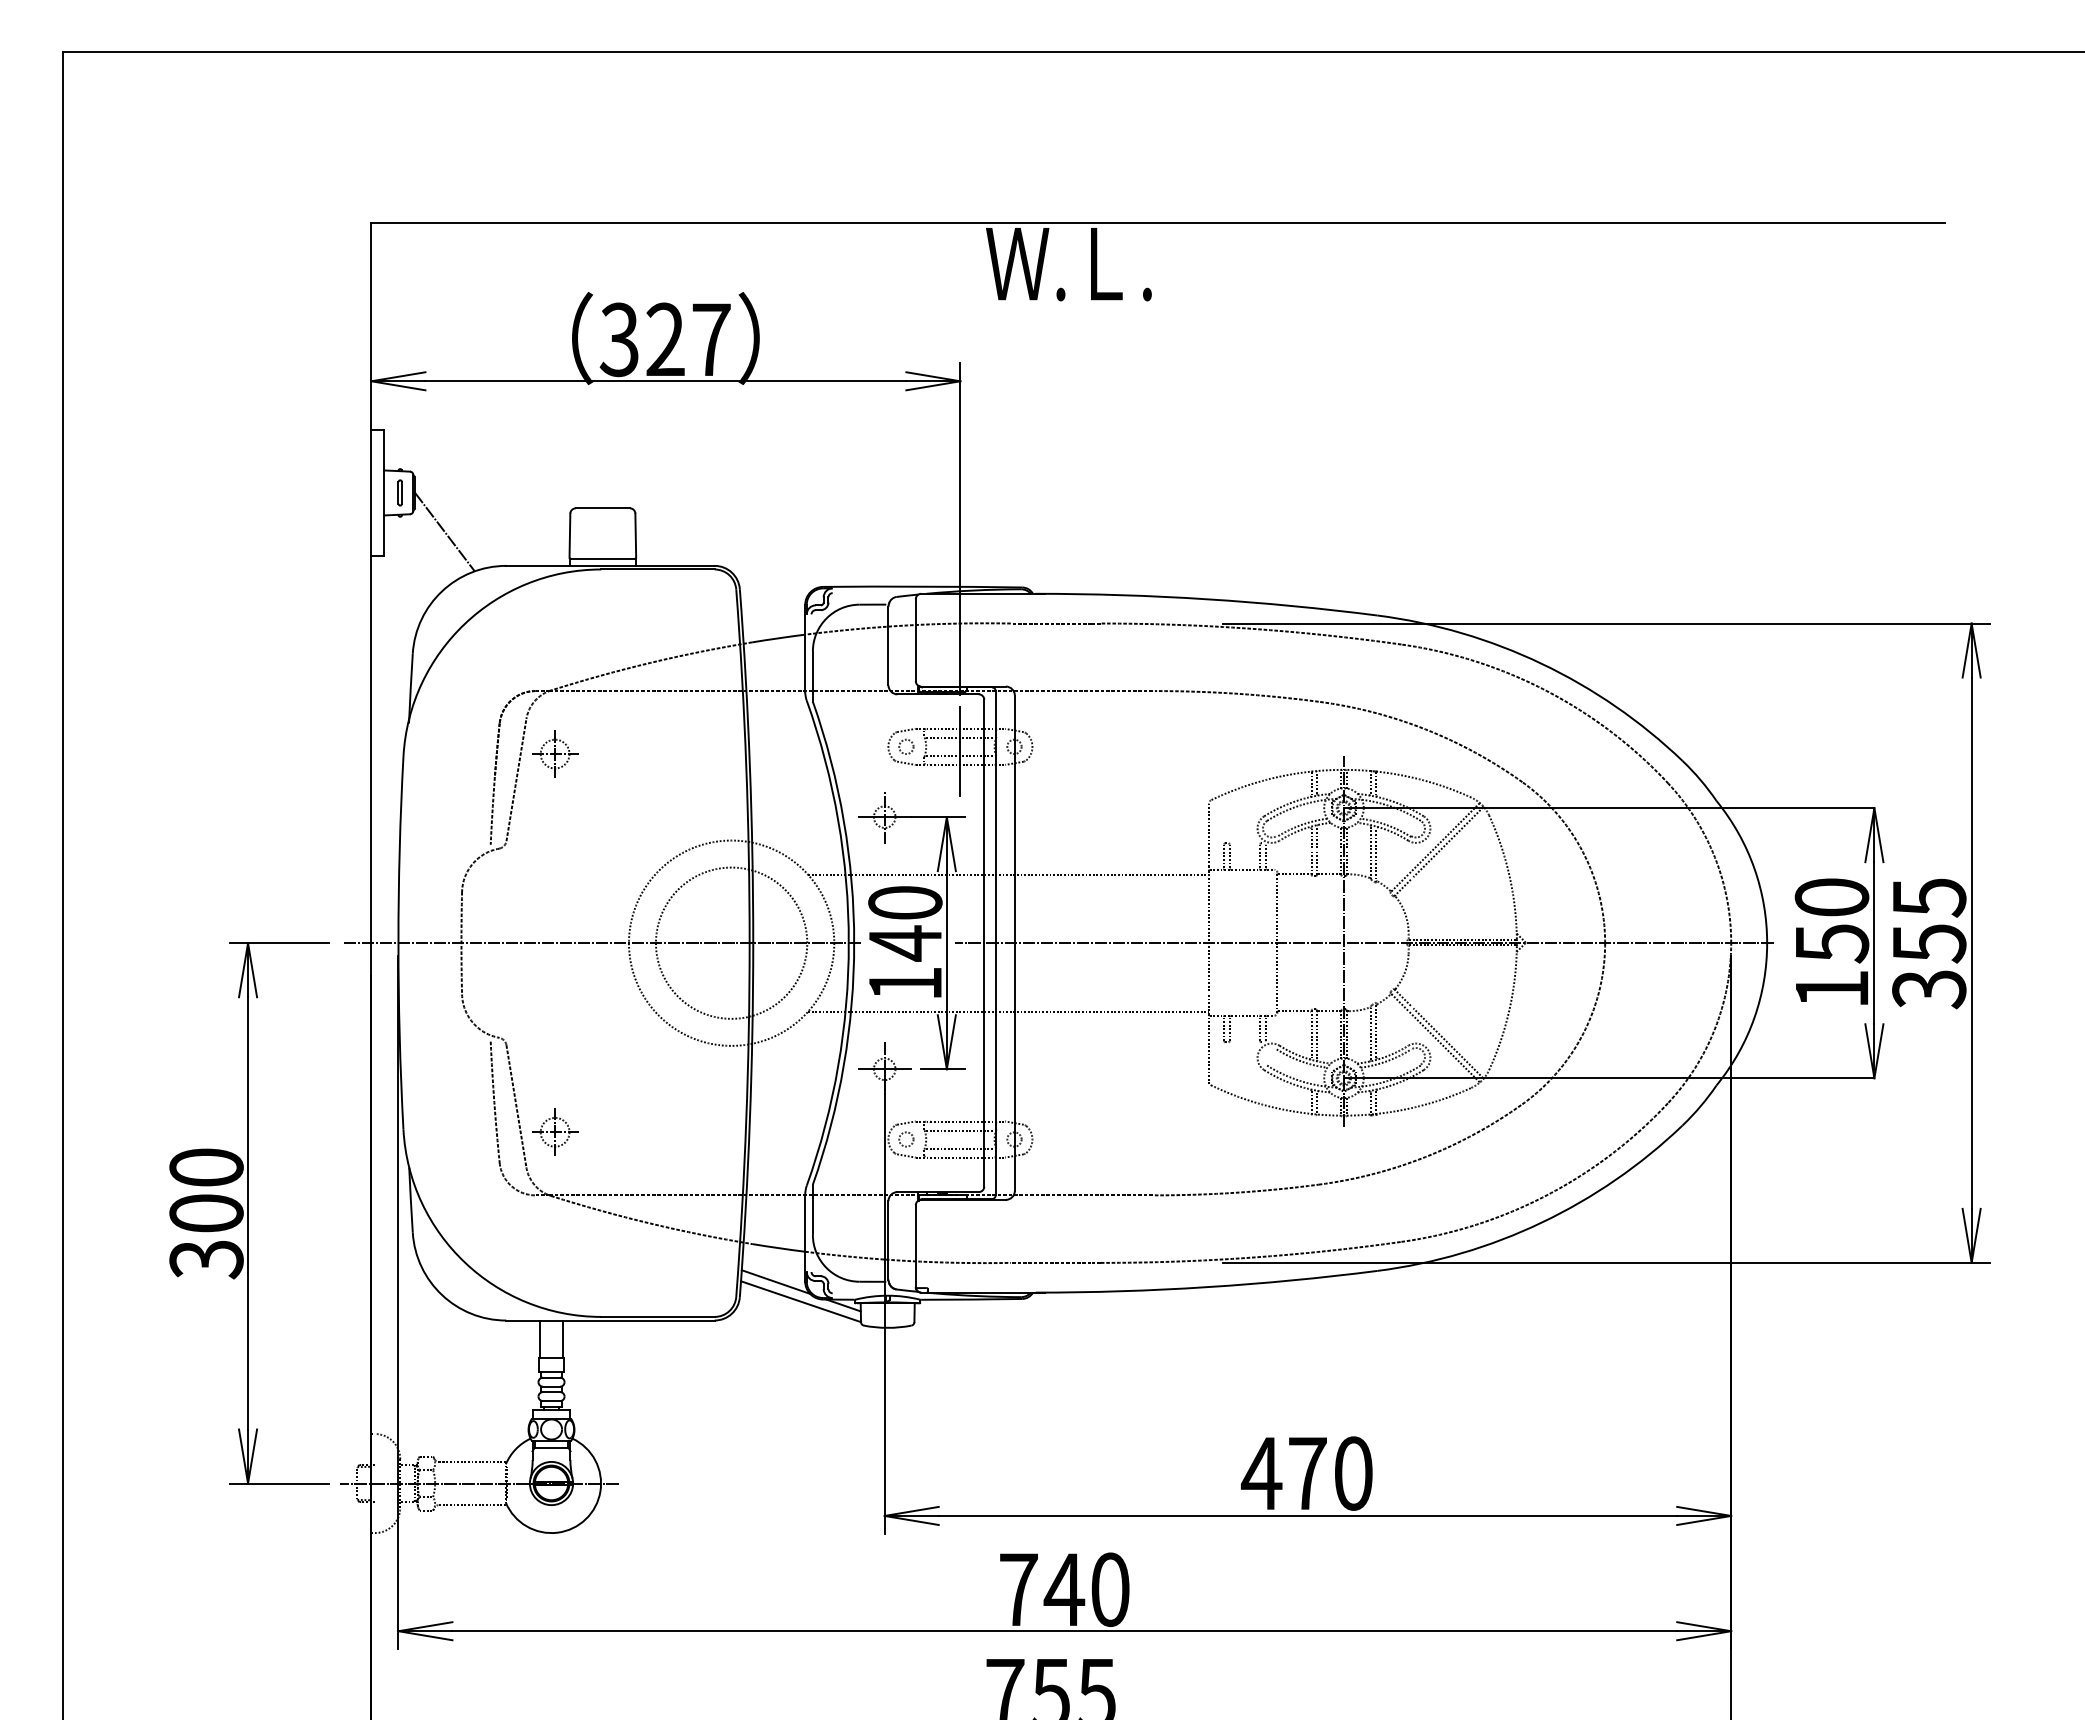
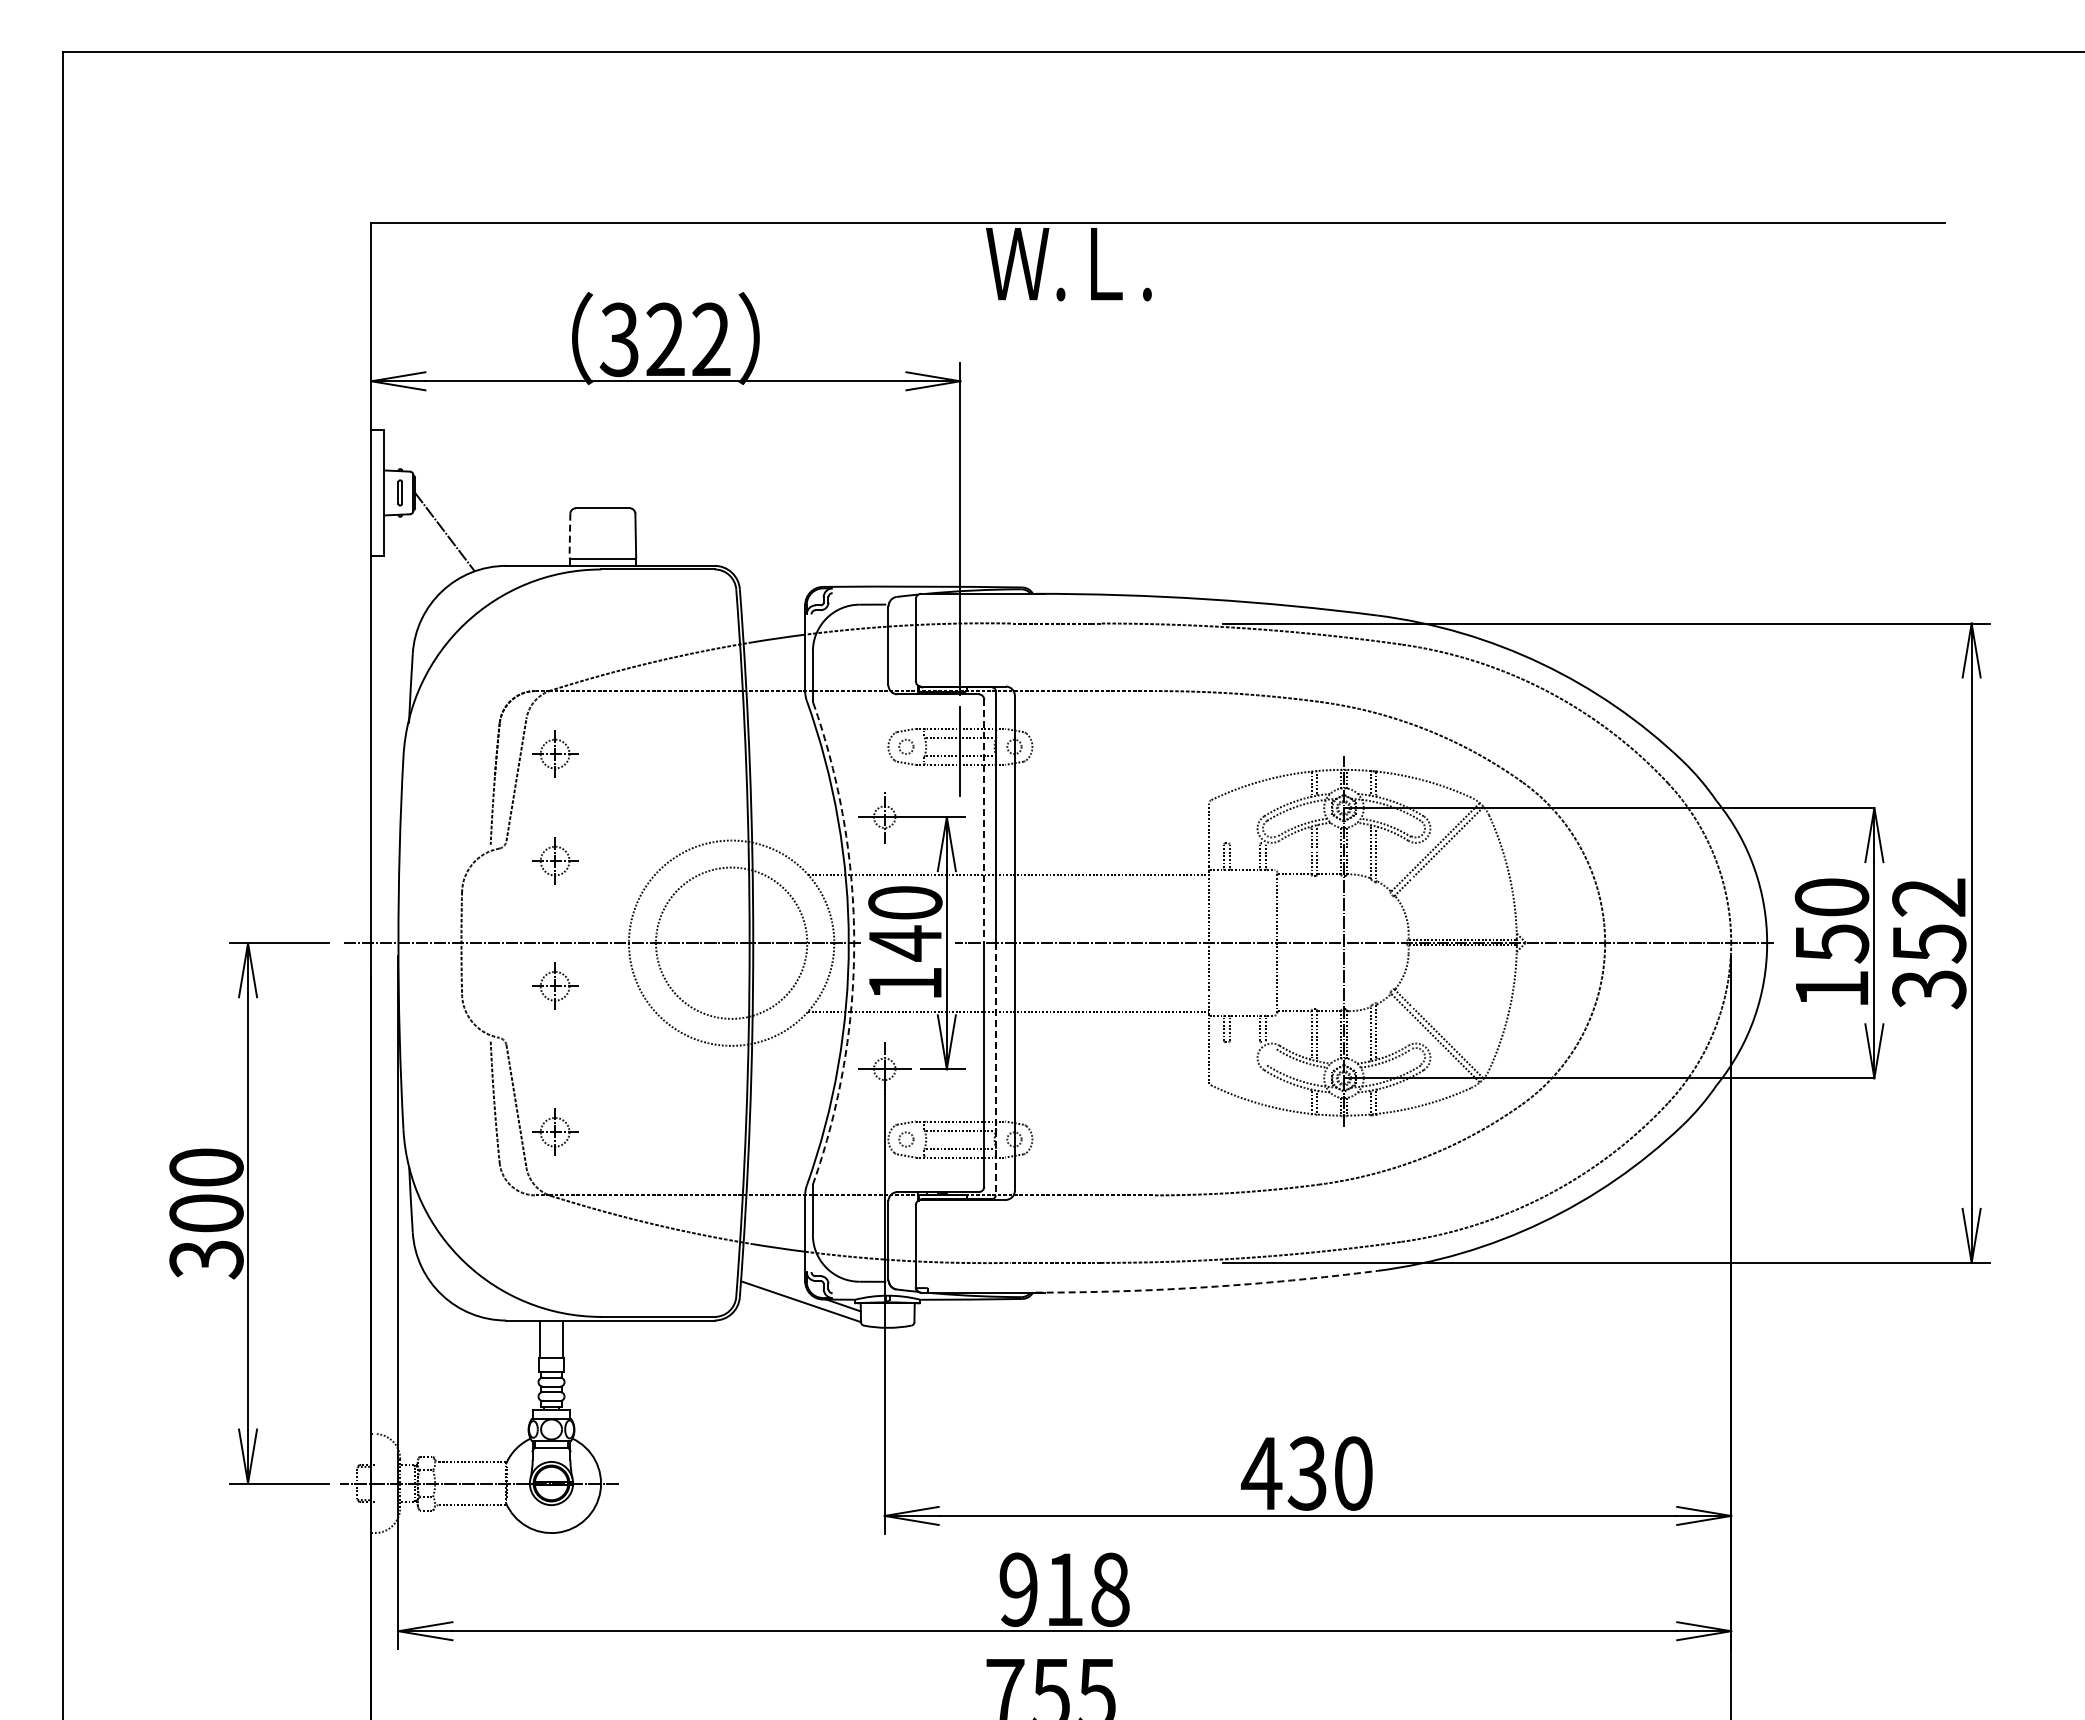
text at (711, 338): 327 -> 322
line at (569, 536): solid -> dashed
line at (984, 821): solid -> dashed
part at (555, 860): none -> present
text at (1929, 897): 355 -> 352
arc at (854, 943): solid -> dashed
part at (555, 985): none -> present
line at (995, 1069): solid -> dashed
line at (775, 1281): present -> none
arc at (1206, 1287): solid -> dashed
text at (1306, 1473): 470 -> 430
text at (1064, 1589): 740 -> 918
